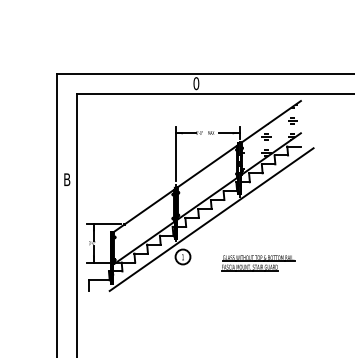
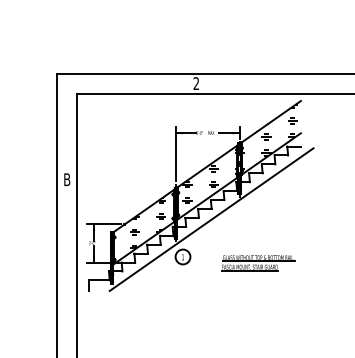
text at (196, 83): 0 -> 2
hatch at (209, 182): none -> present
hatch at (147, 223): none -> present
